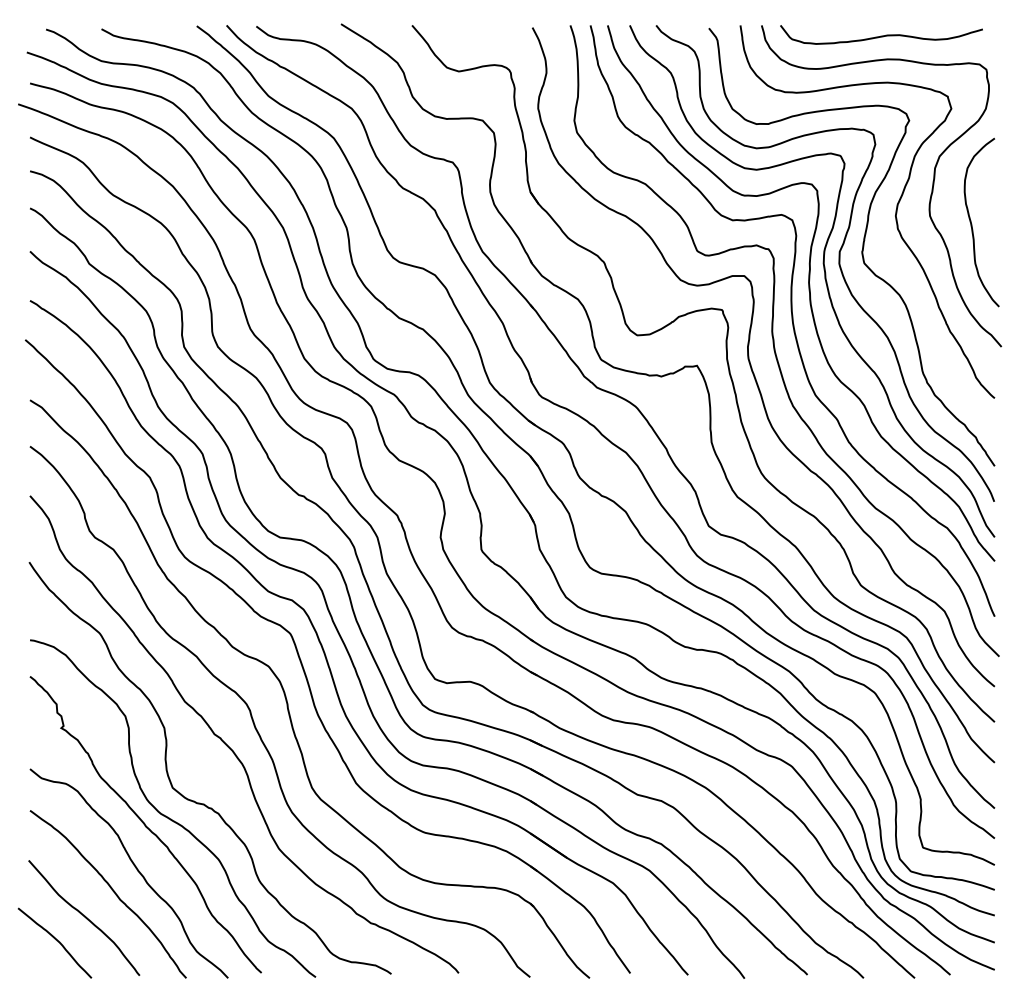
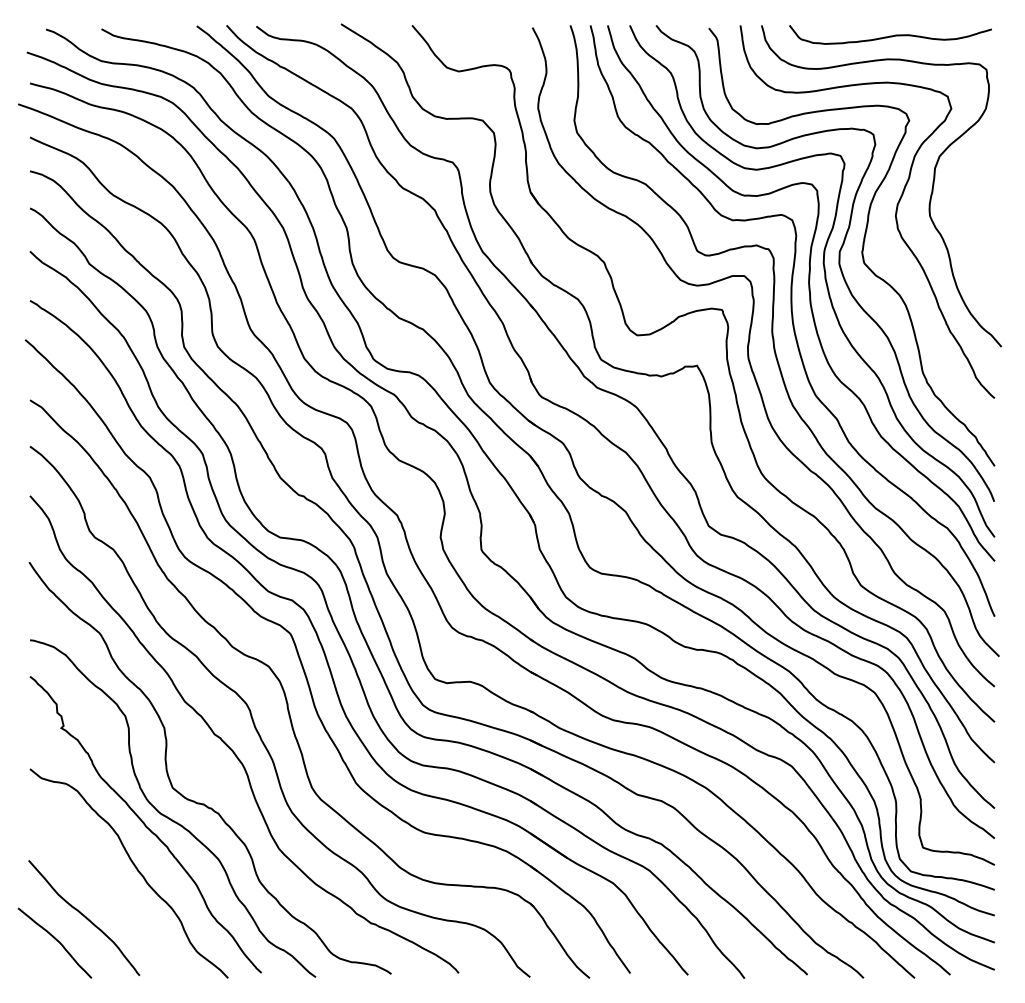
curve at (881, 35) position: (881, 35) -> (890, 35)
curve at (972, 224): present -> none
curve at (112, 891): present -> none
